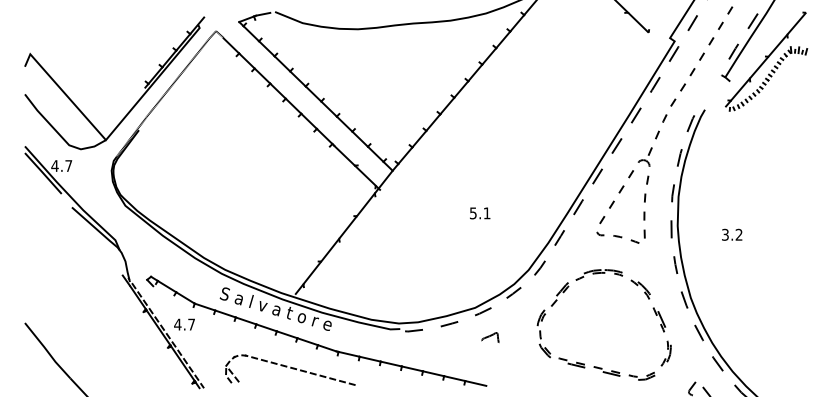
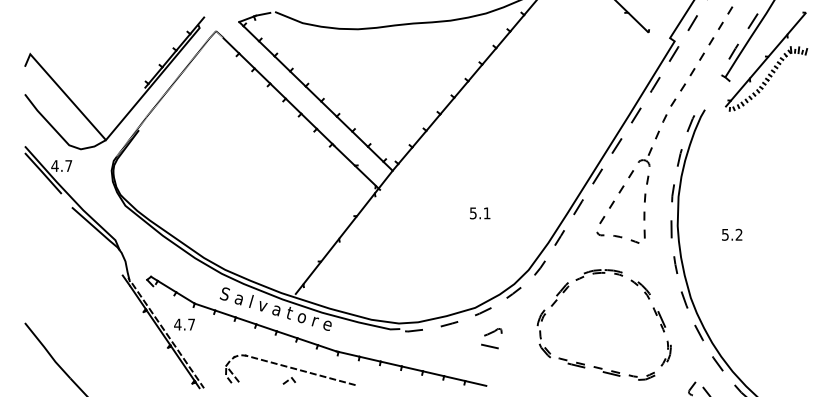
text at (725, 233): 3.2 -> 5.2
part at (490, 337) size: 19x12 px -> 22x22 px
part at (288, 380): none -> present
